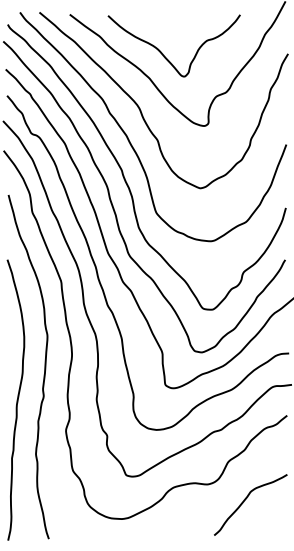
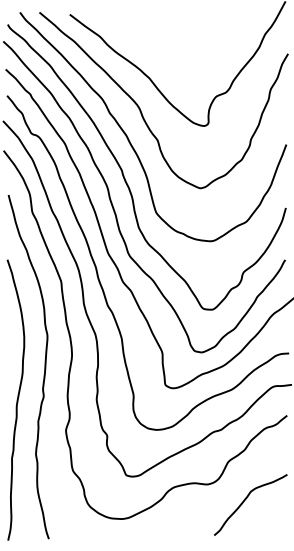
curve at (162, 52): present -> none
